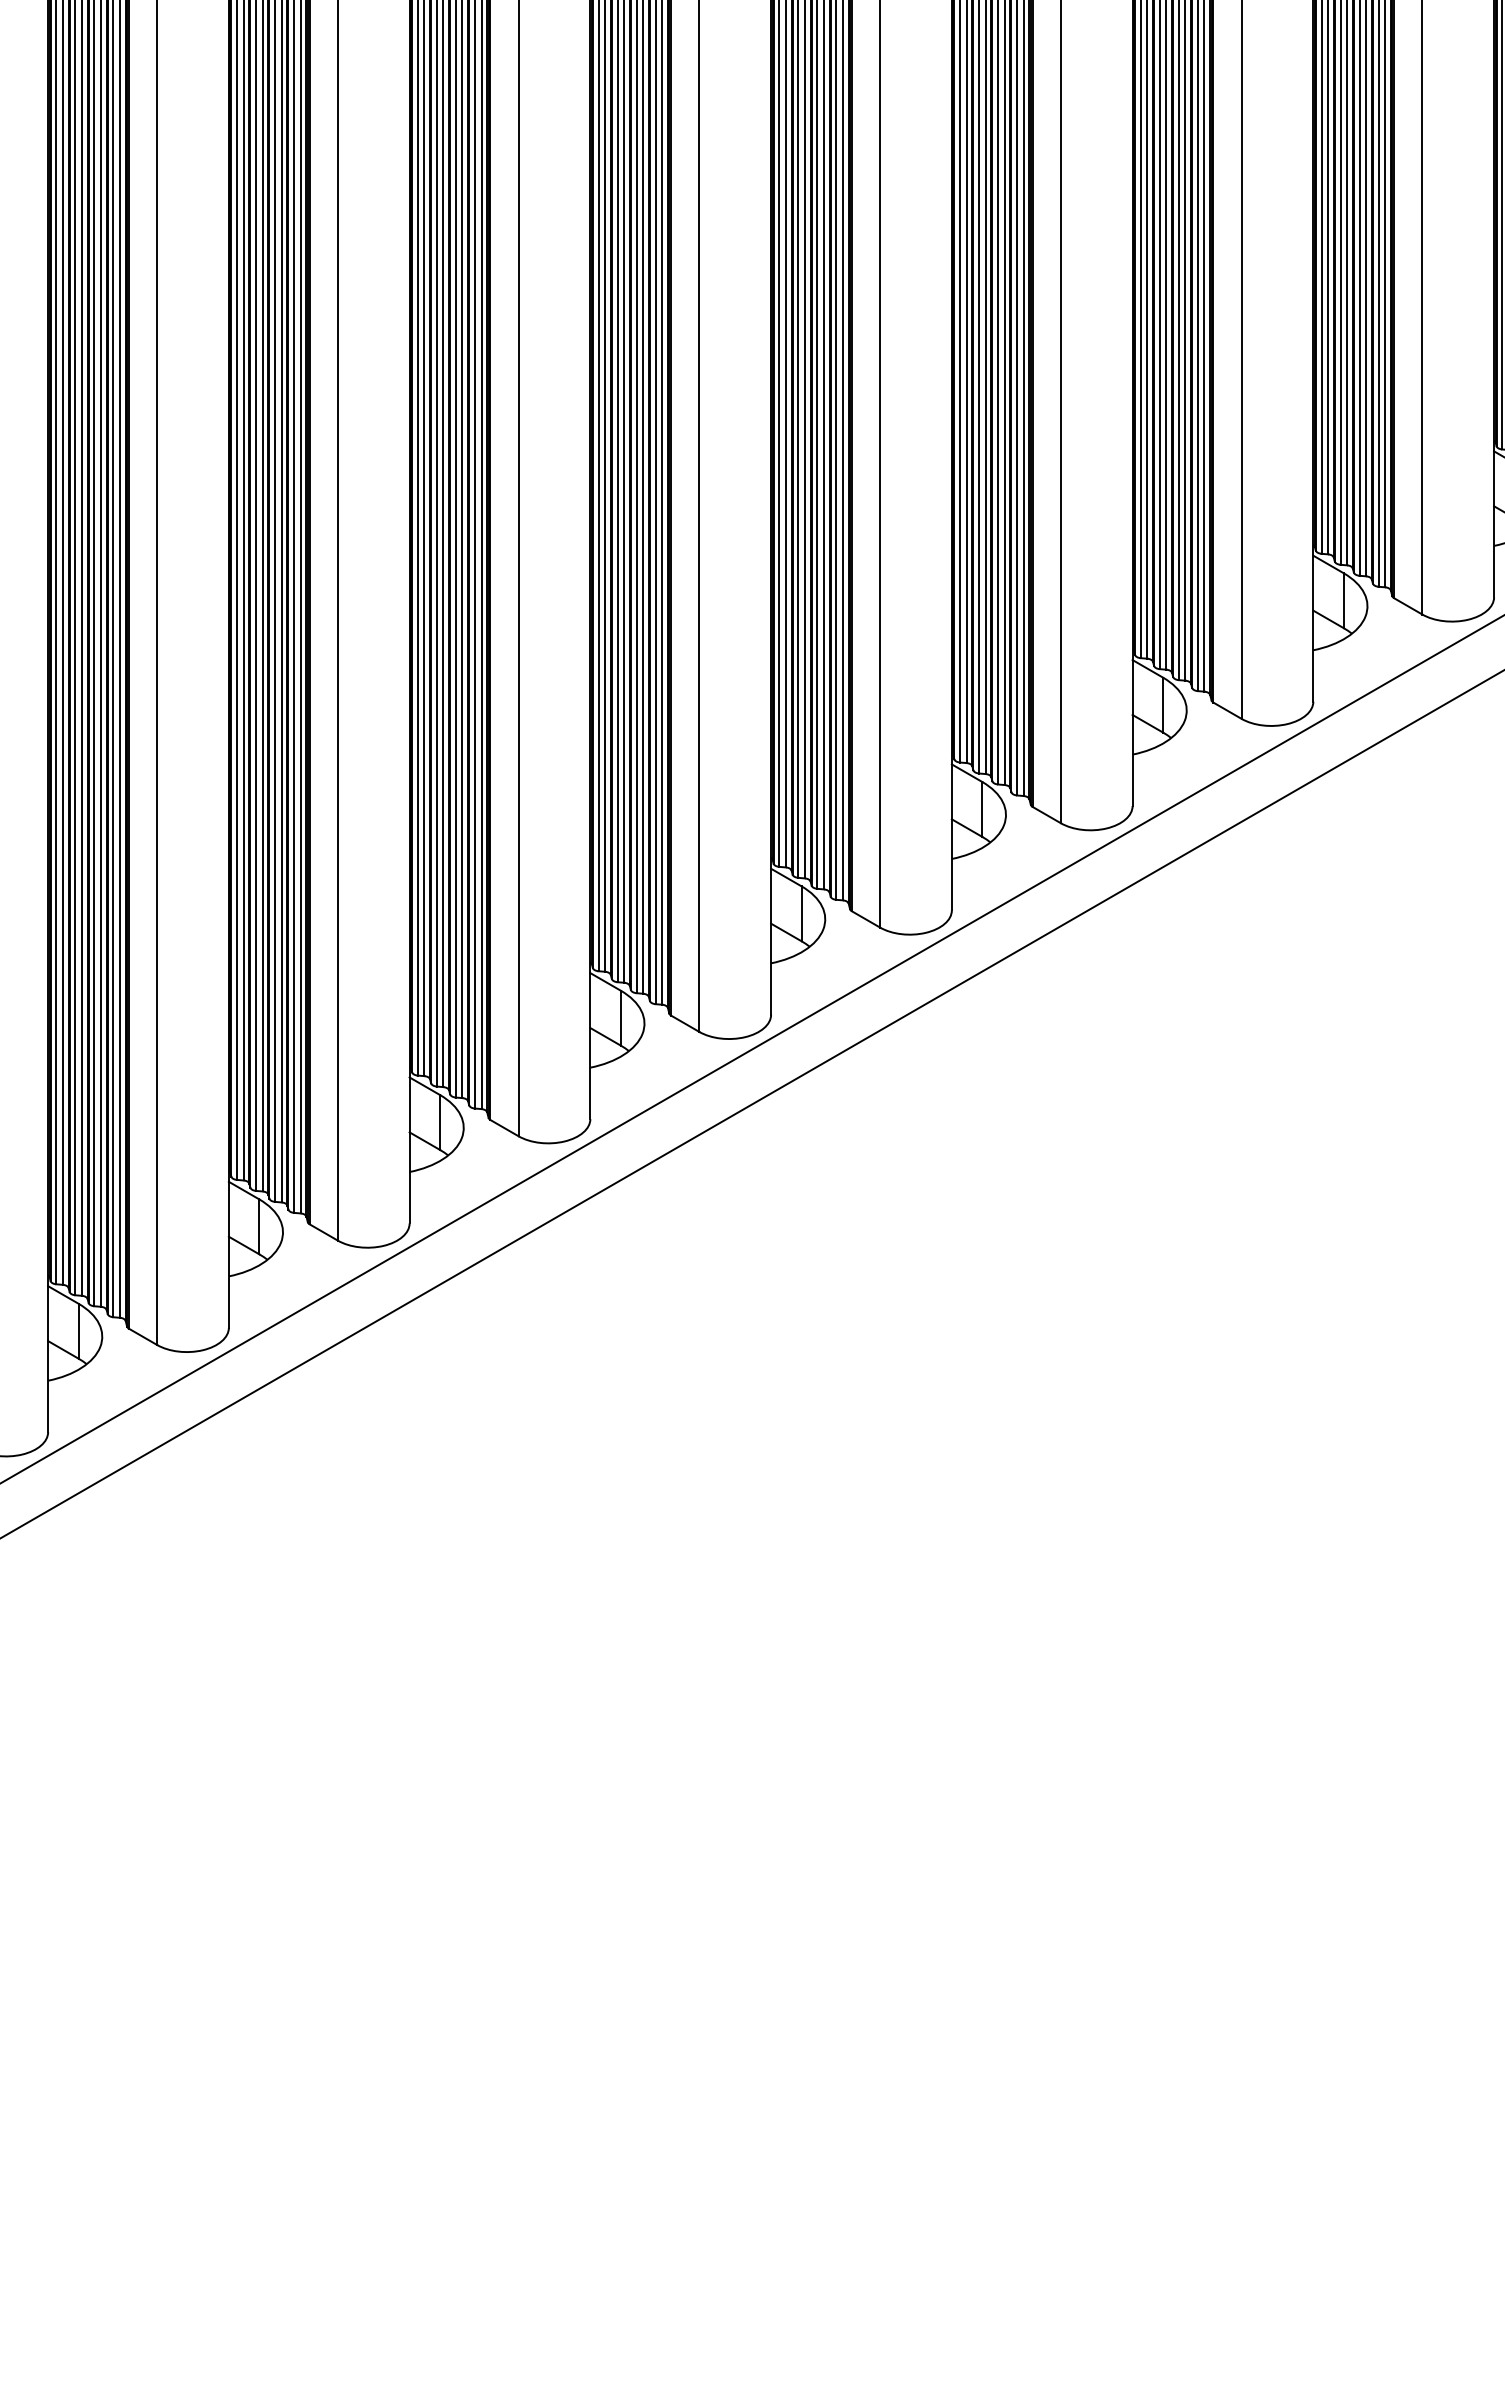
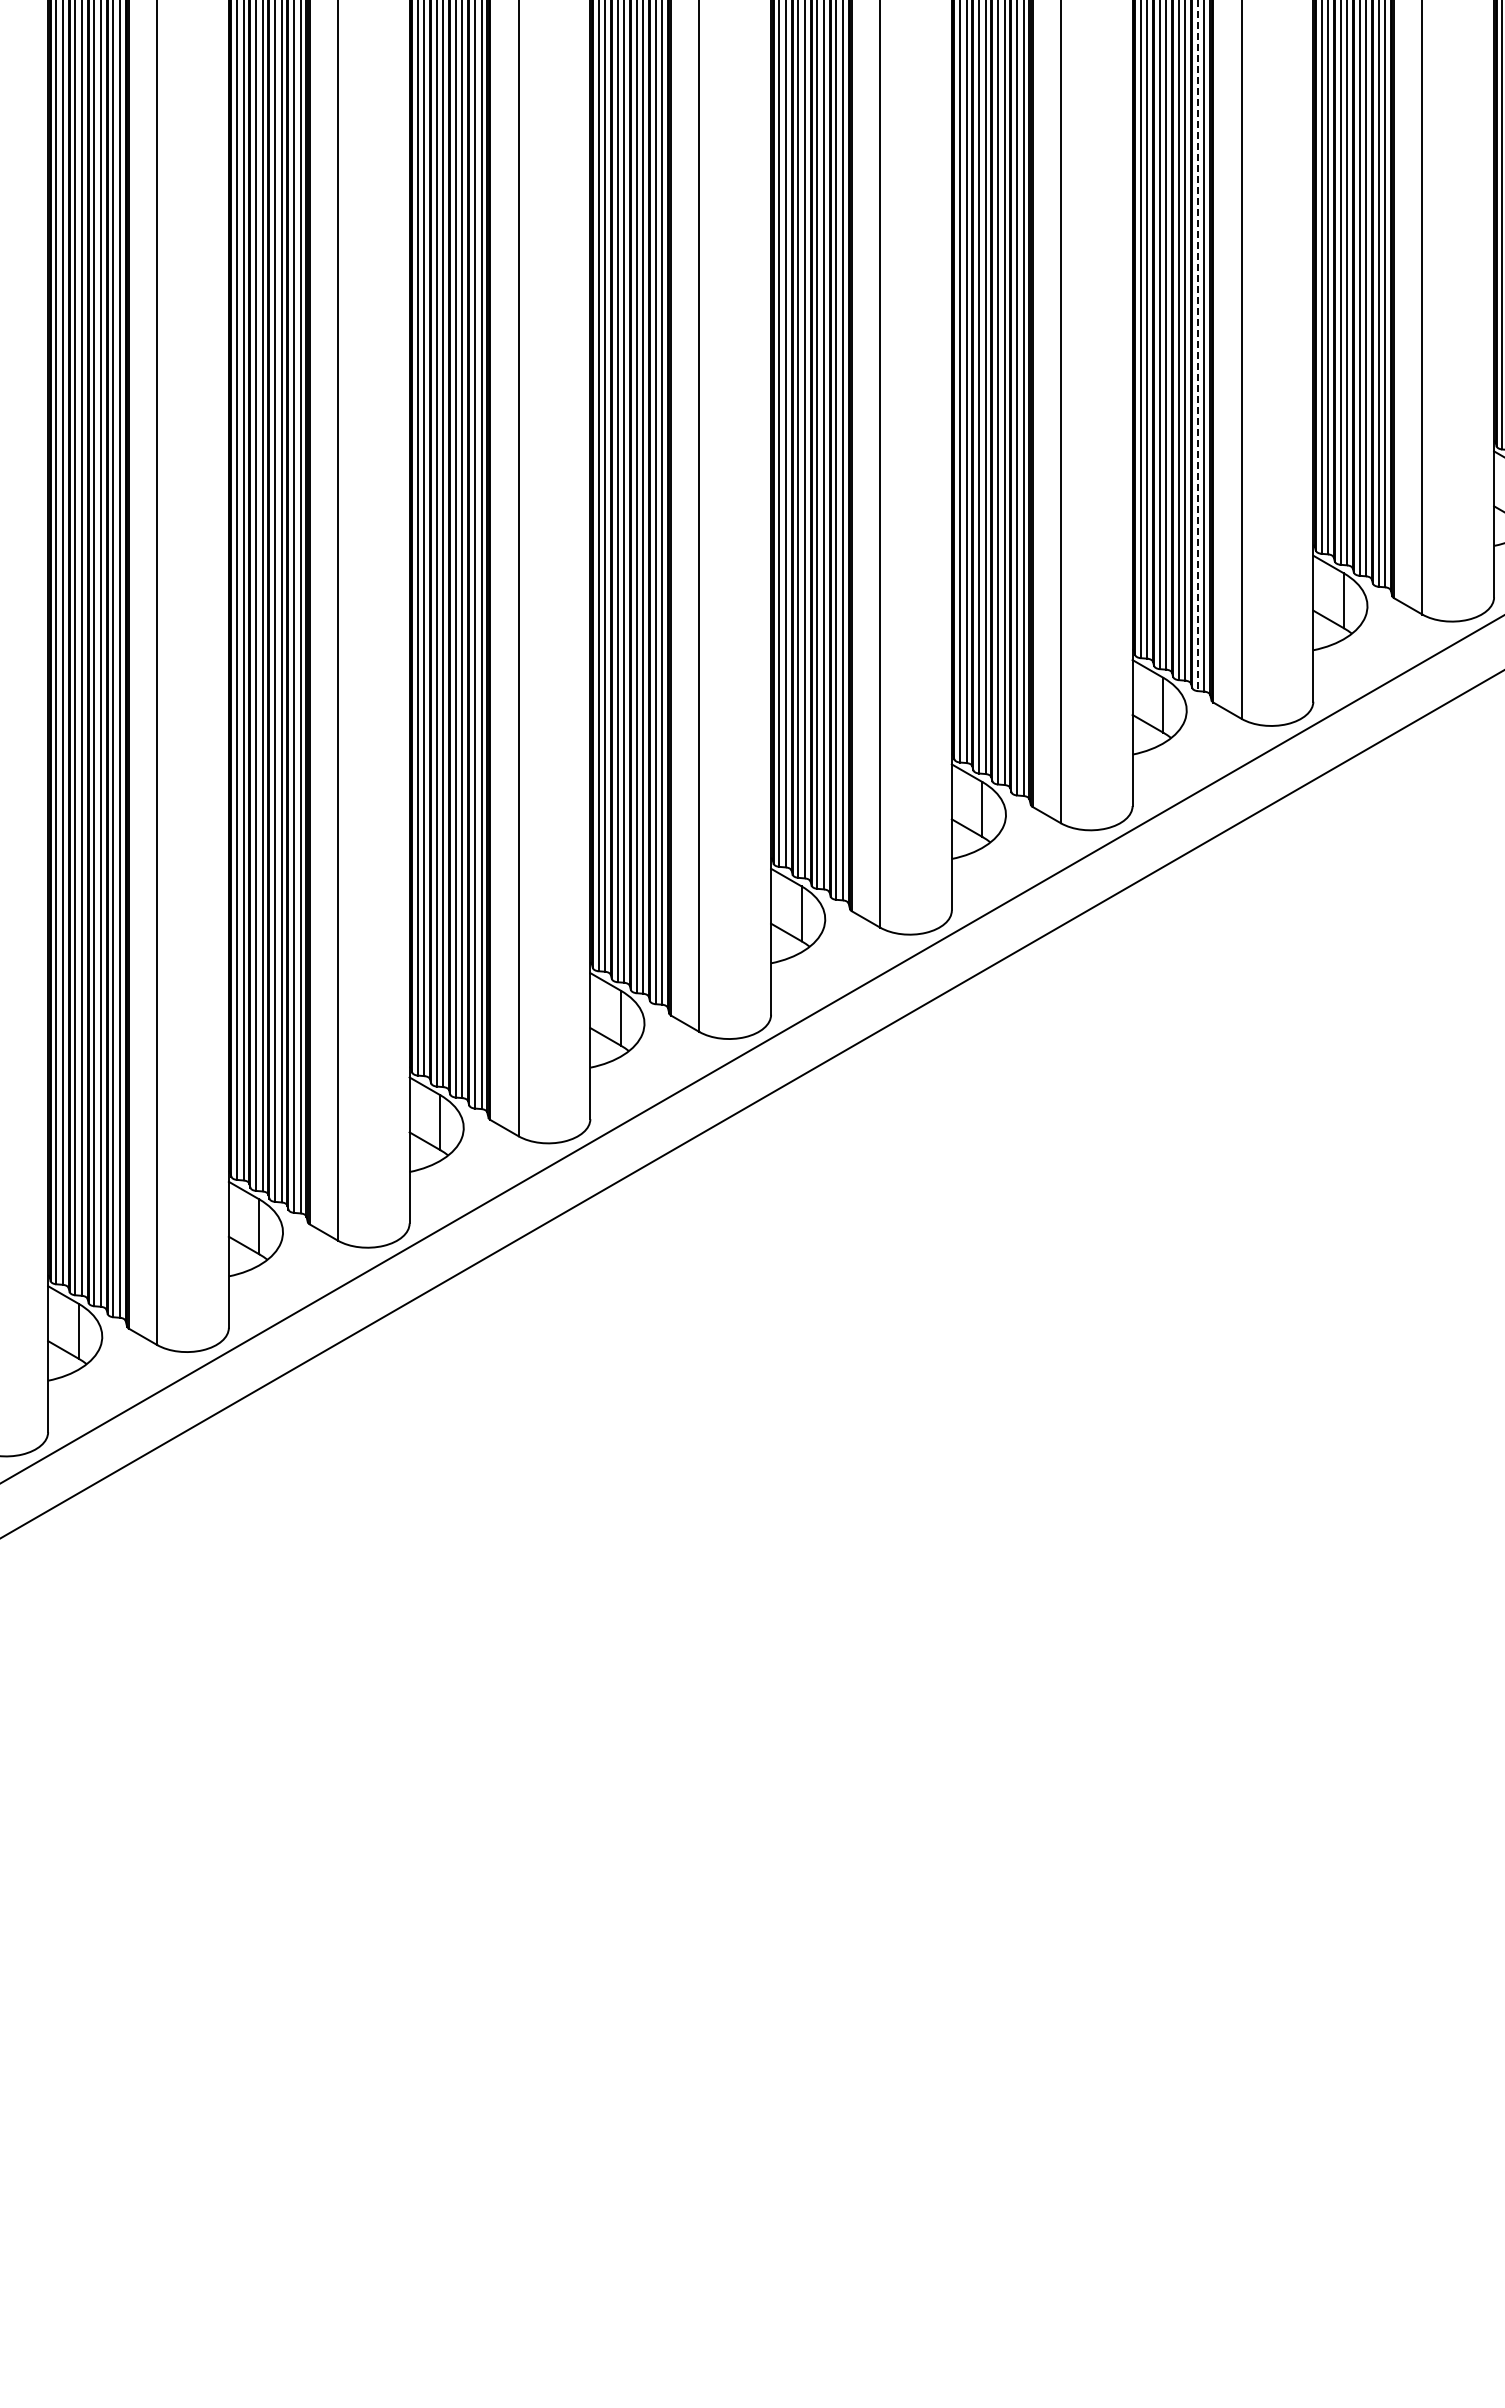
line at (1197, 346): solid -> dashed
